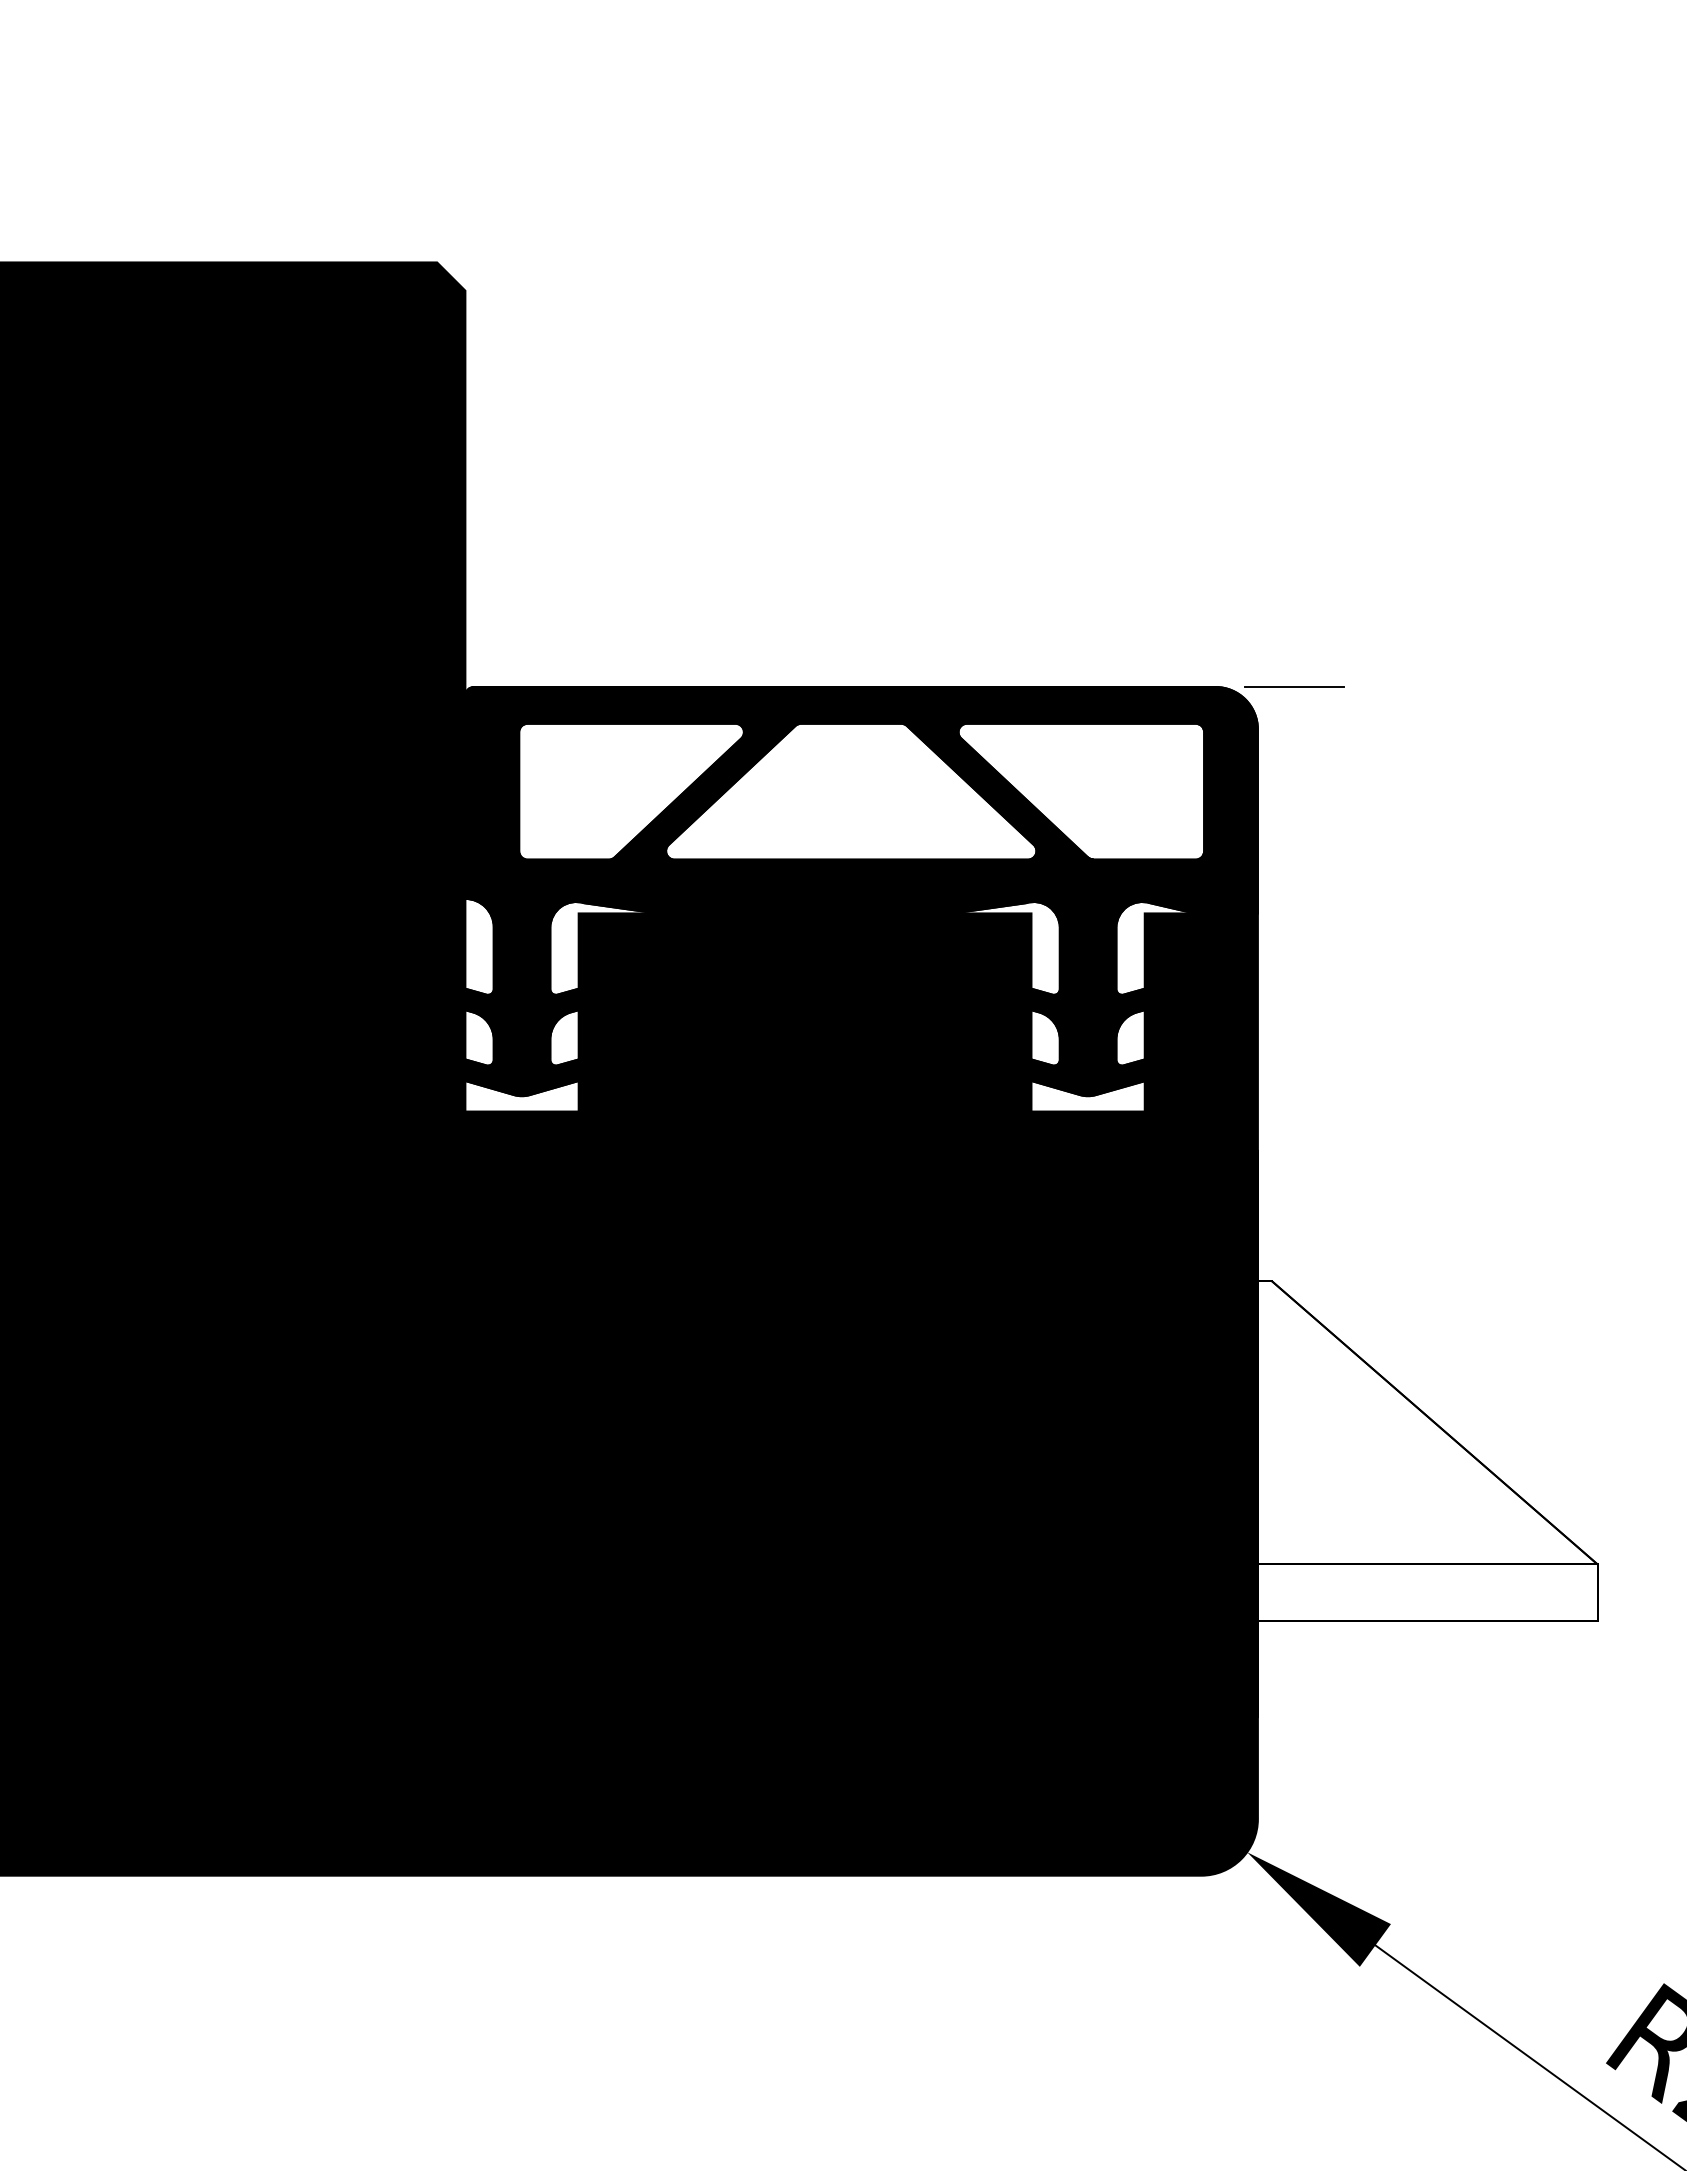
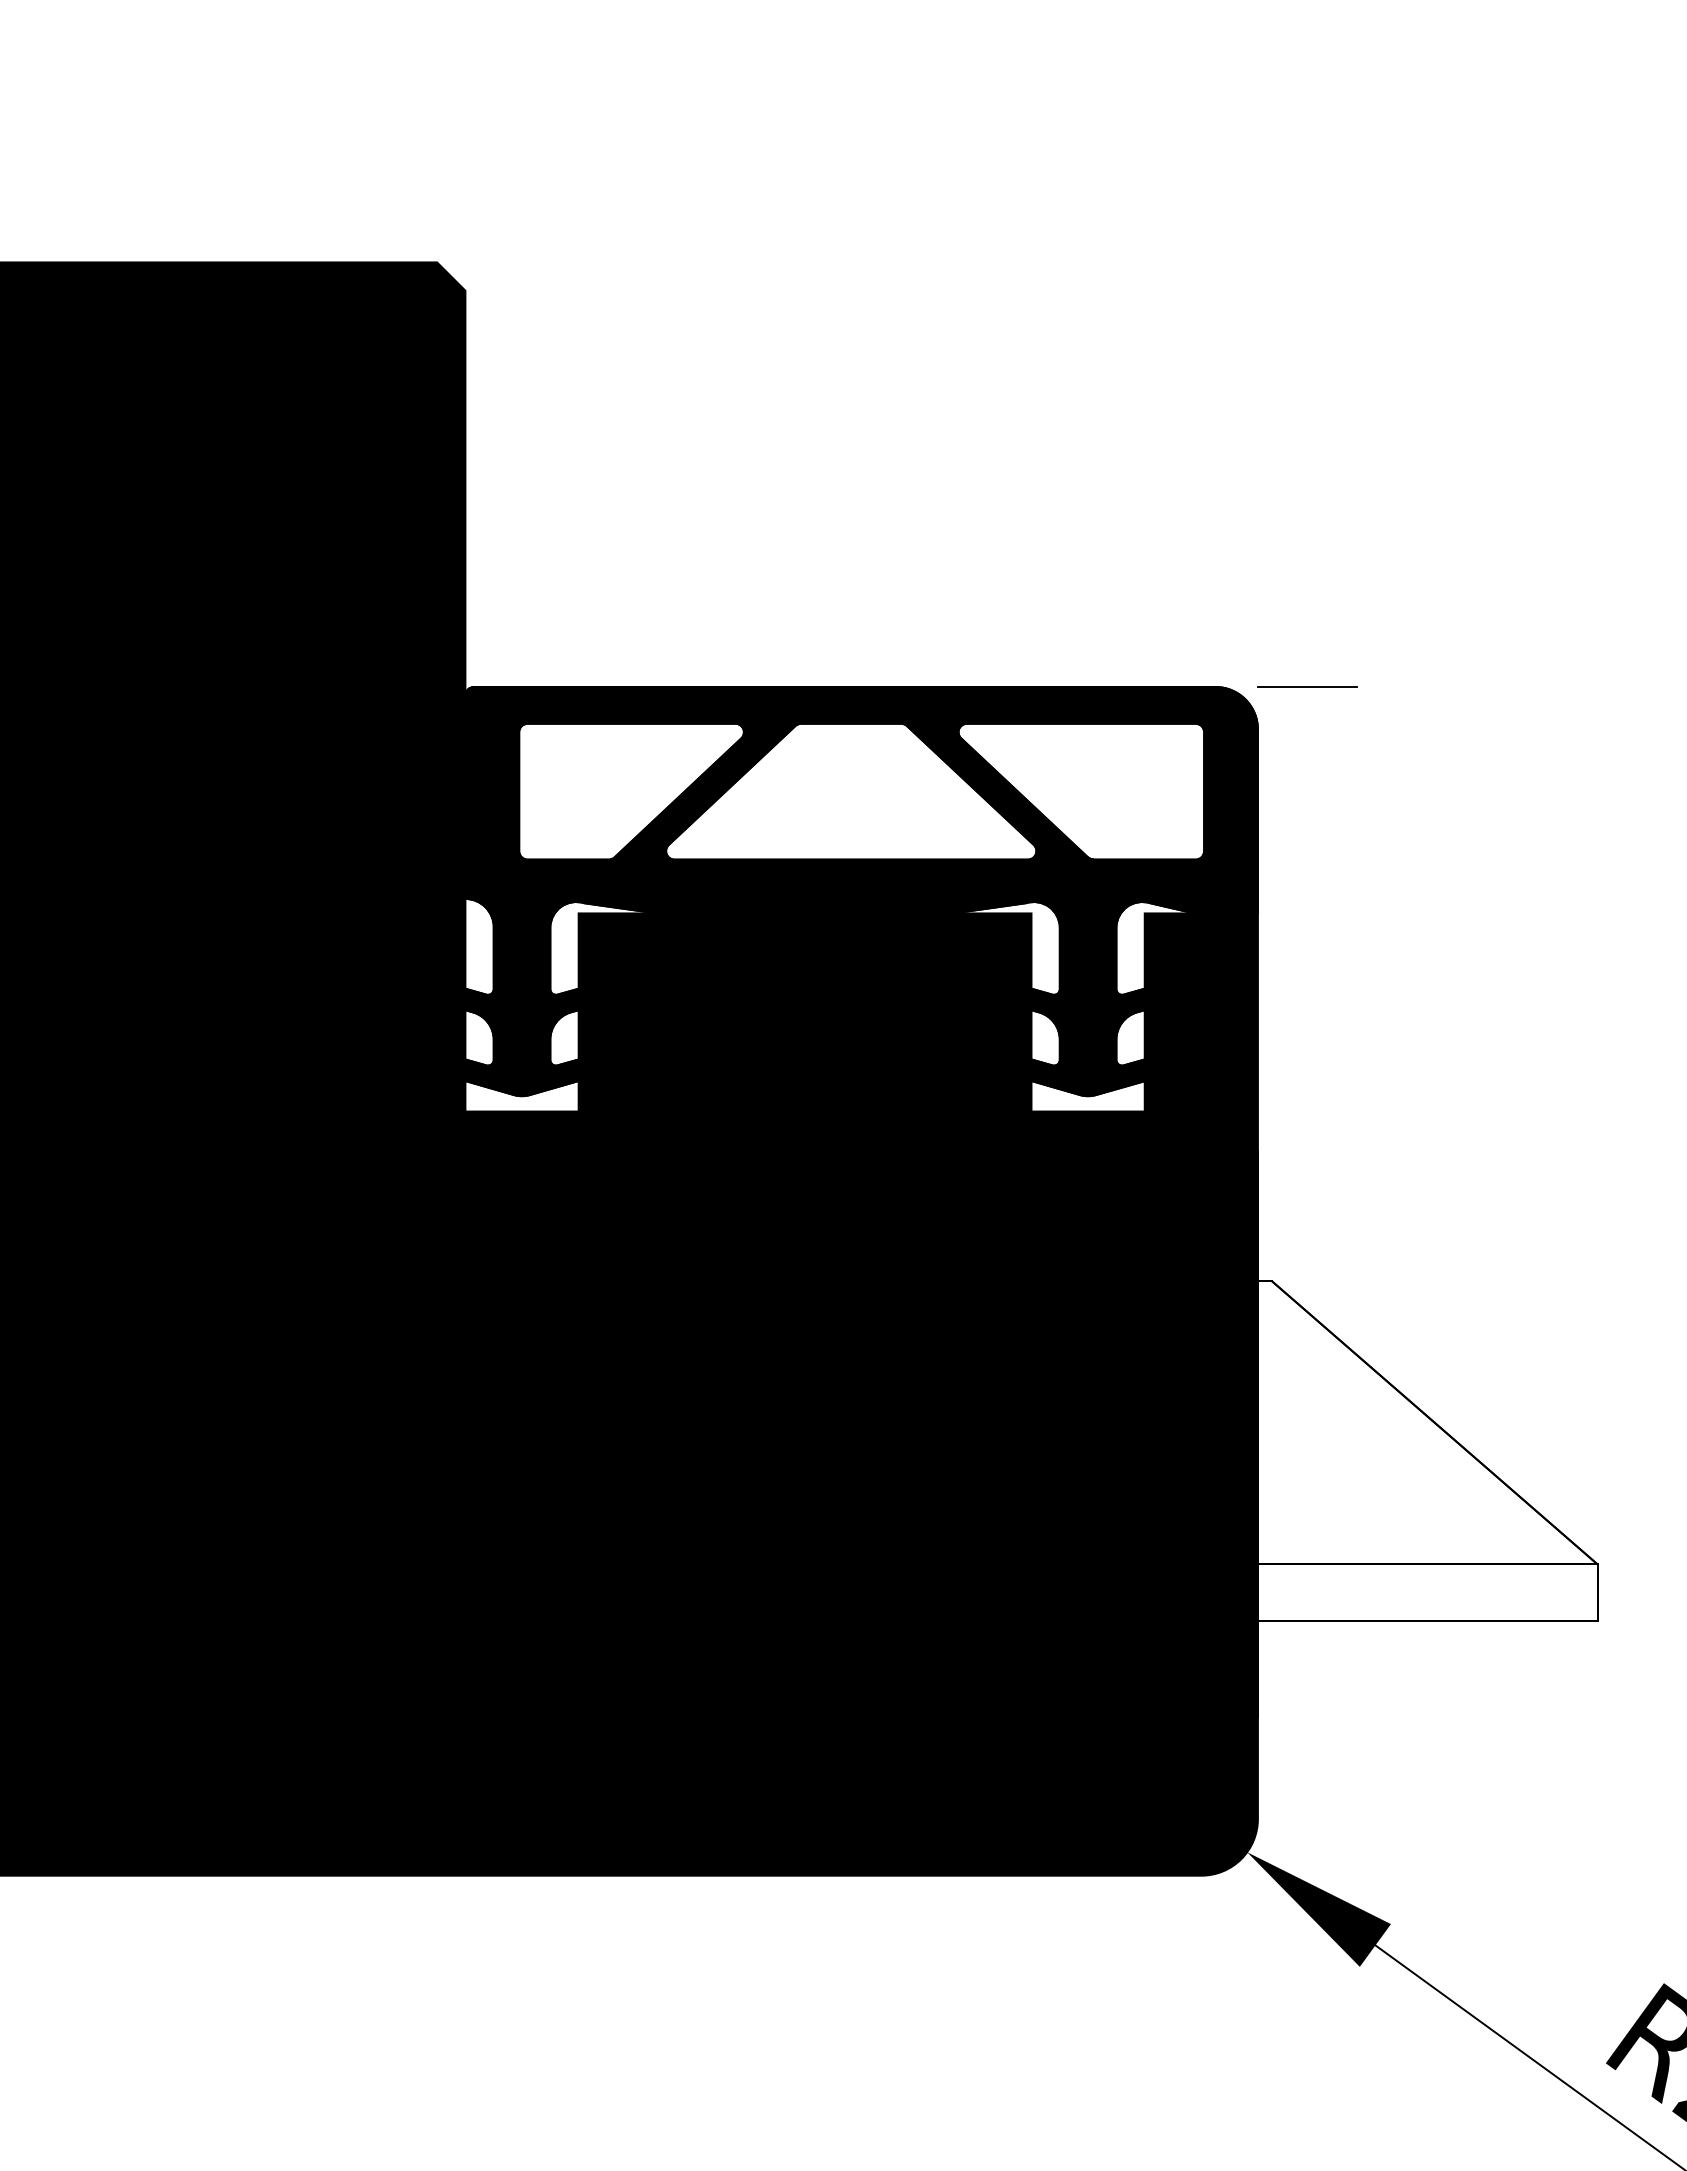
line at (1294, 686) position: (1294, 686) -> (1307, 686)
